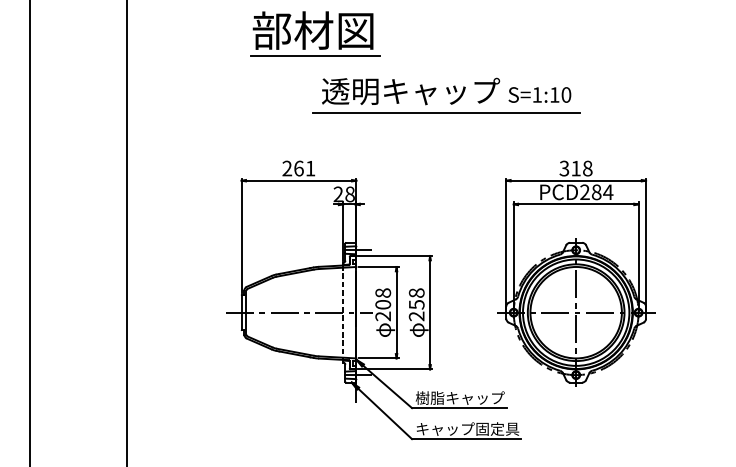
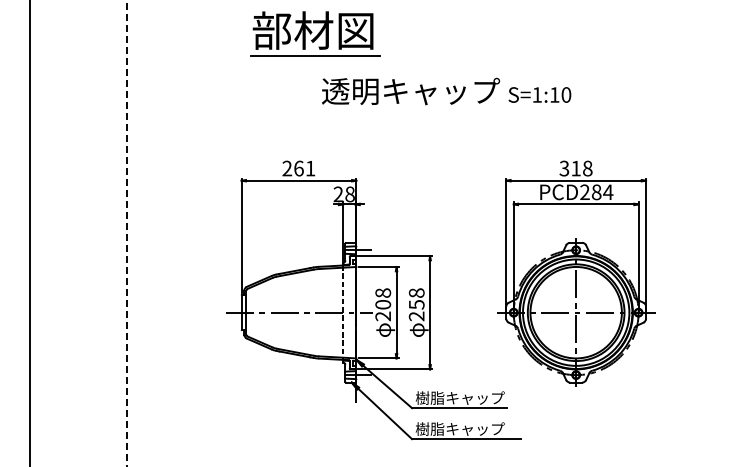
line at (446, 112): present -> none
line at (127, 233): solid -> dashed
text at (467, 428): キャップ固定具 -> 樹脂キャップ
